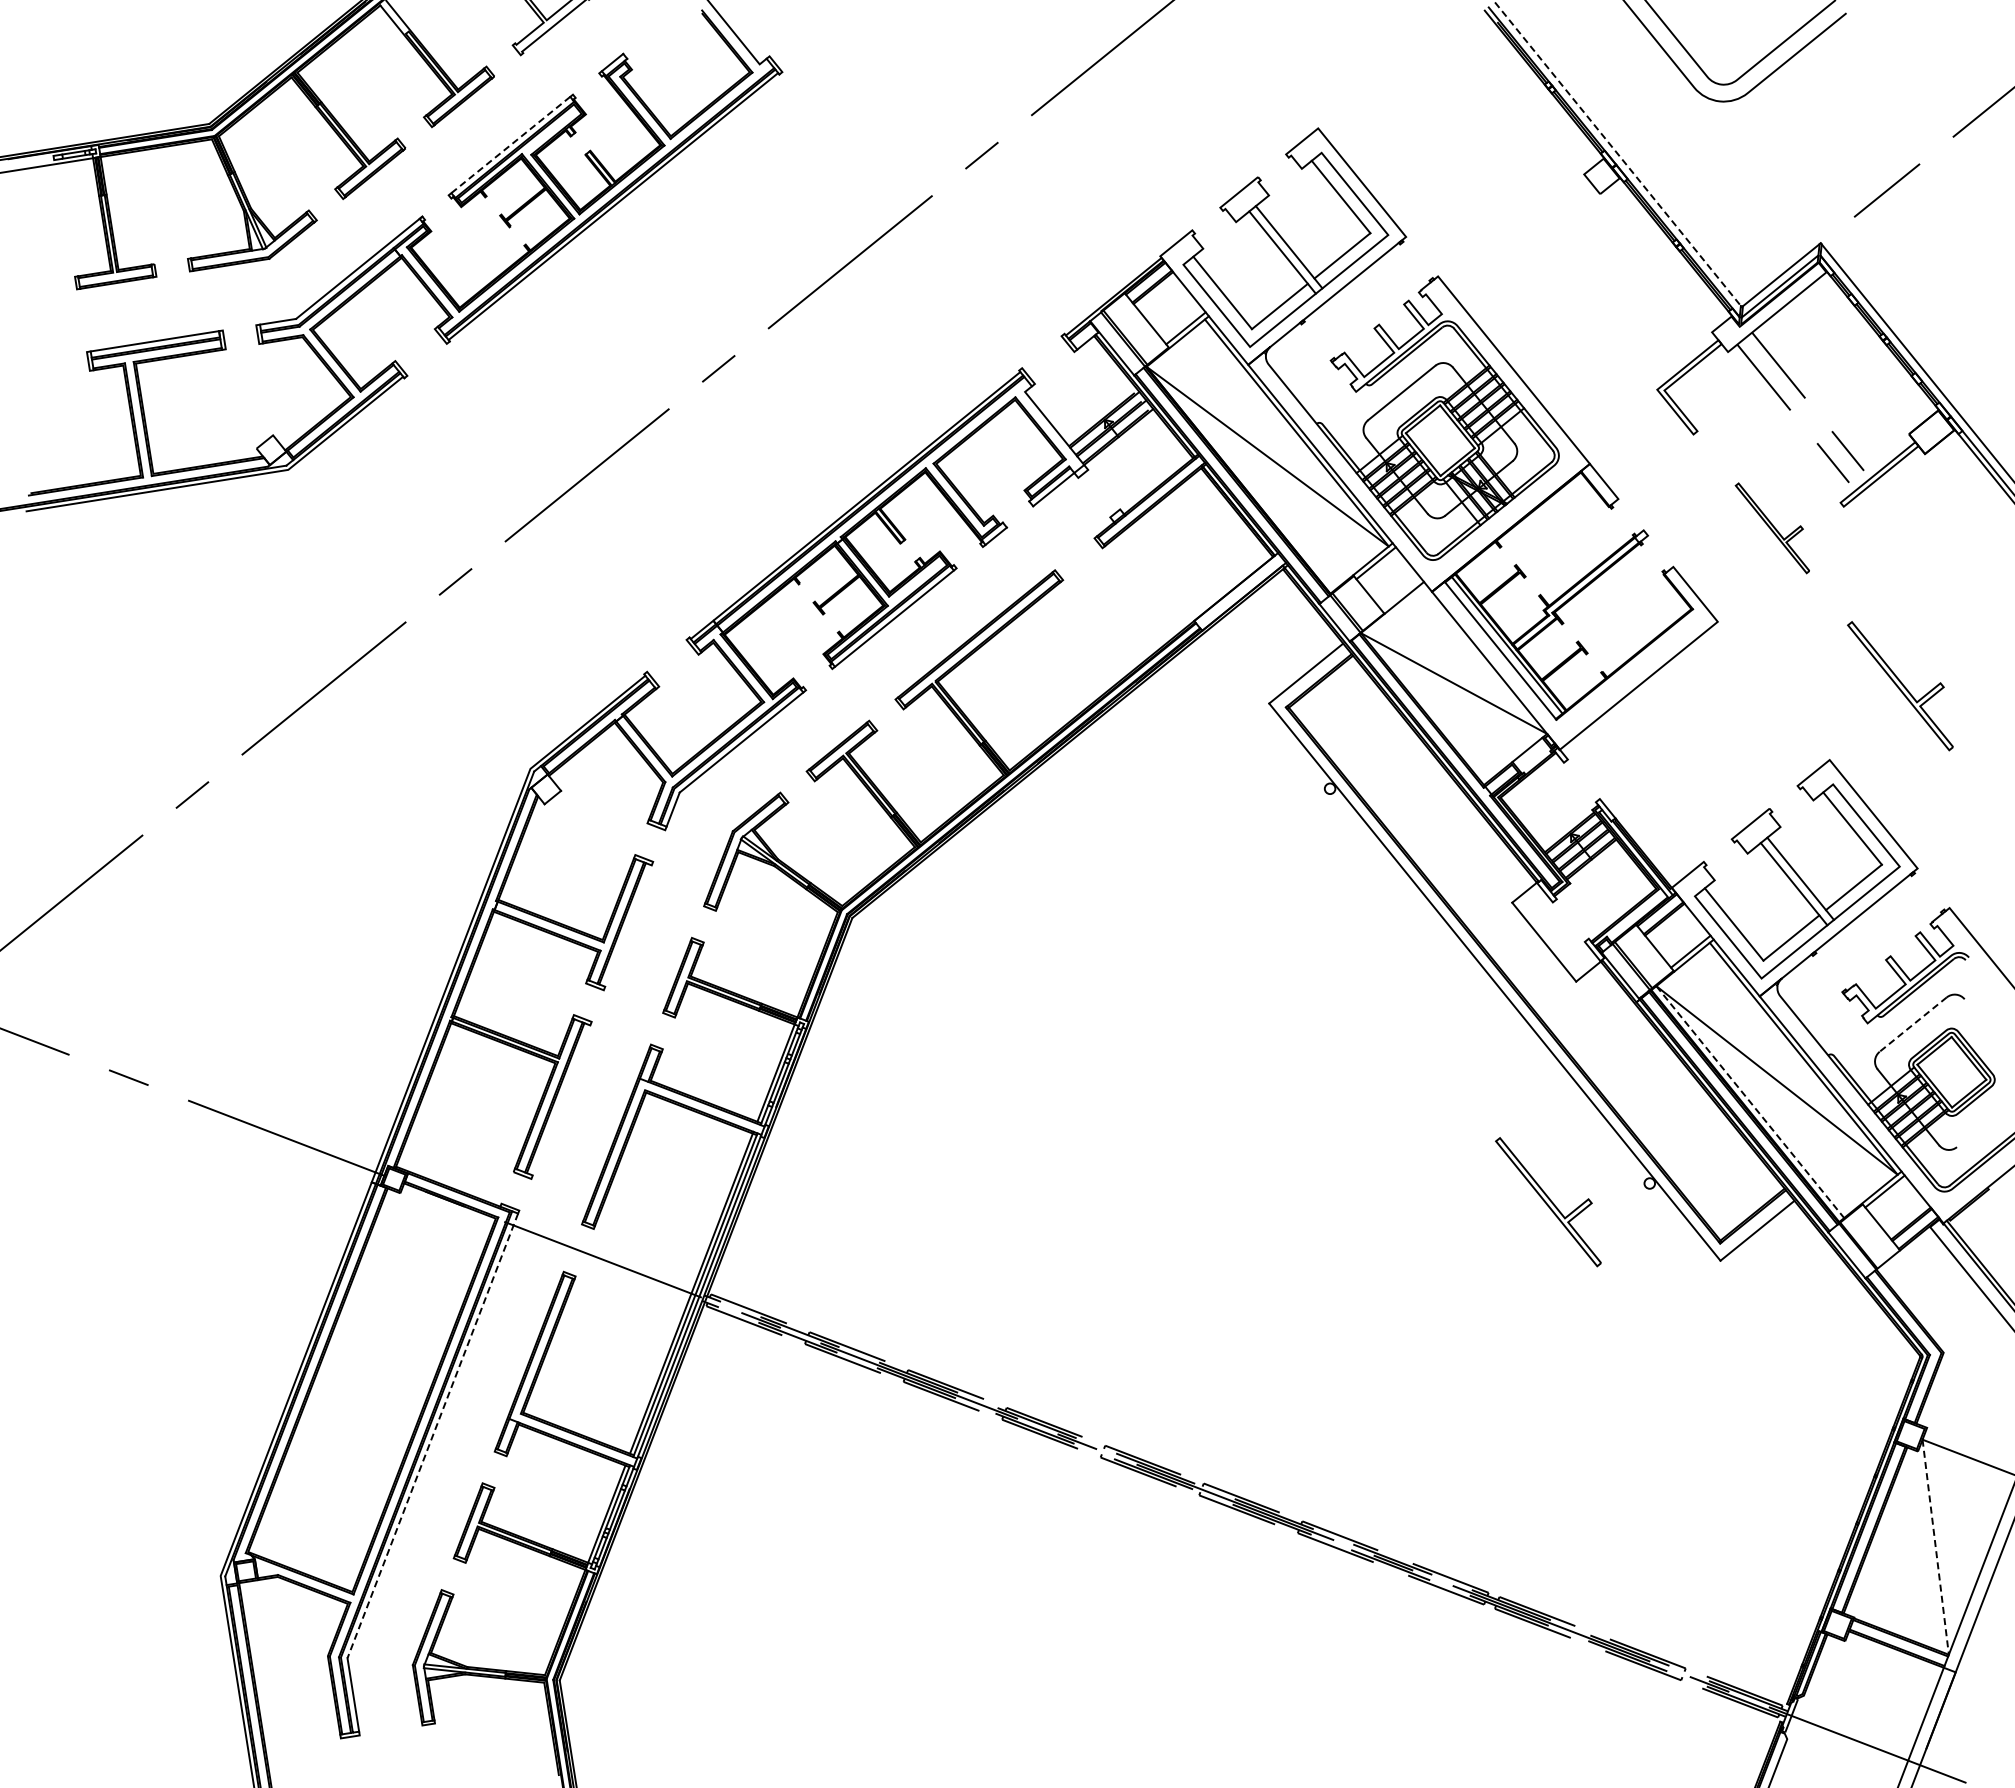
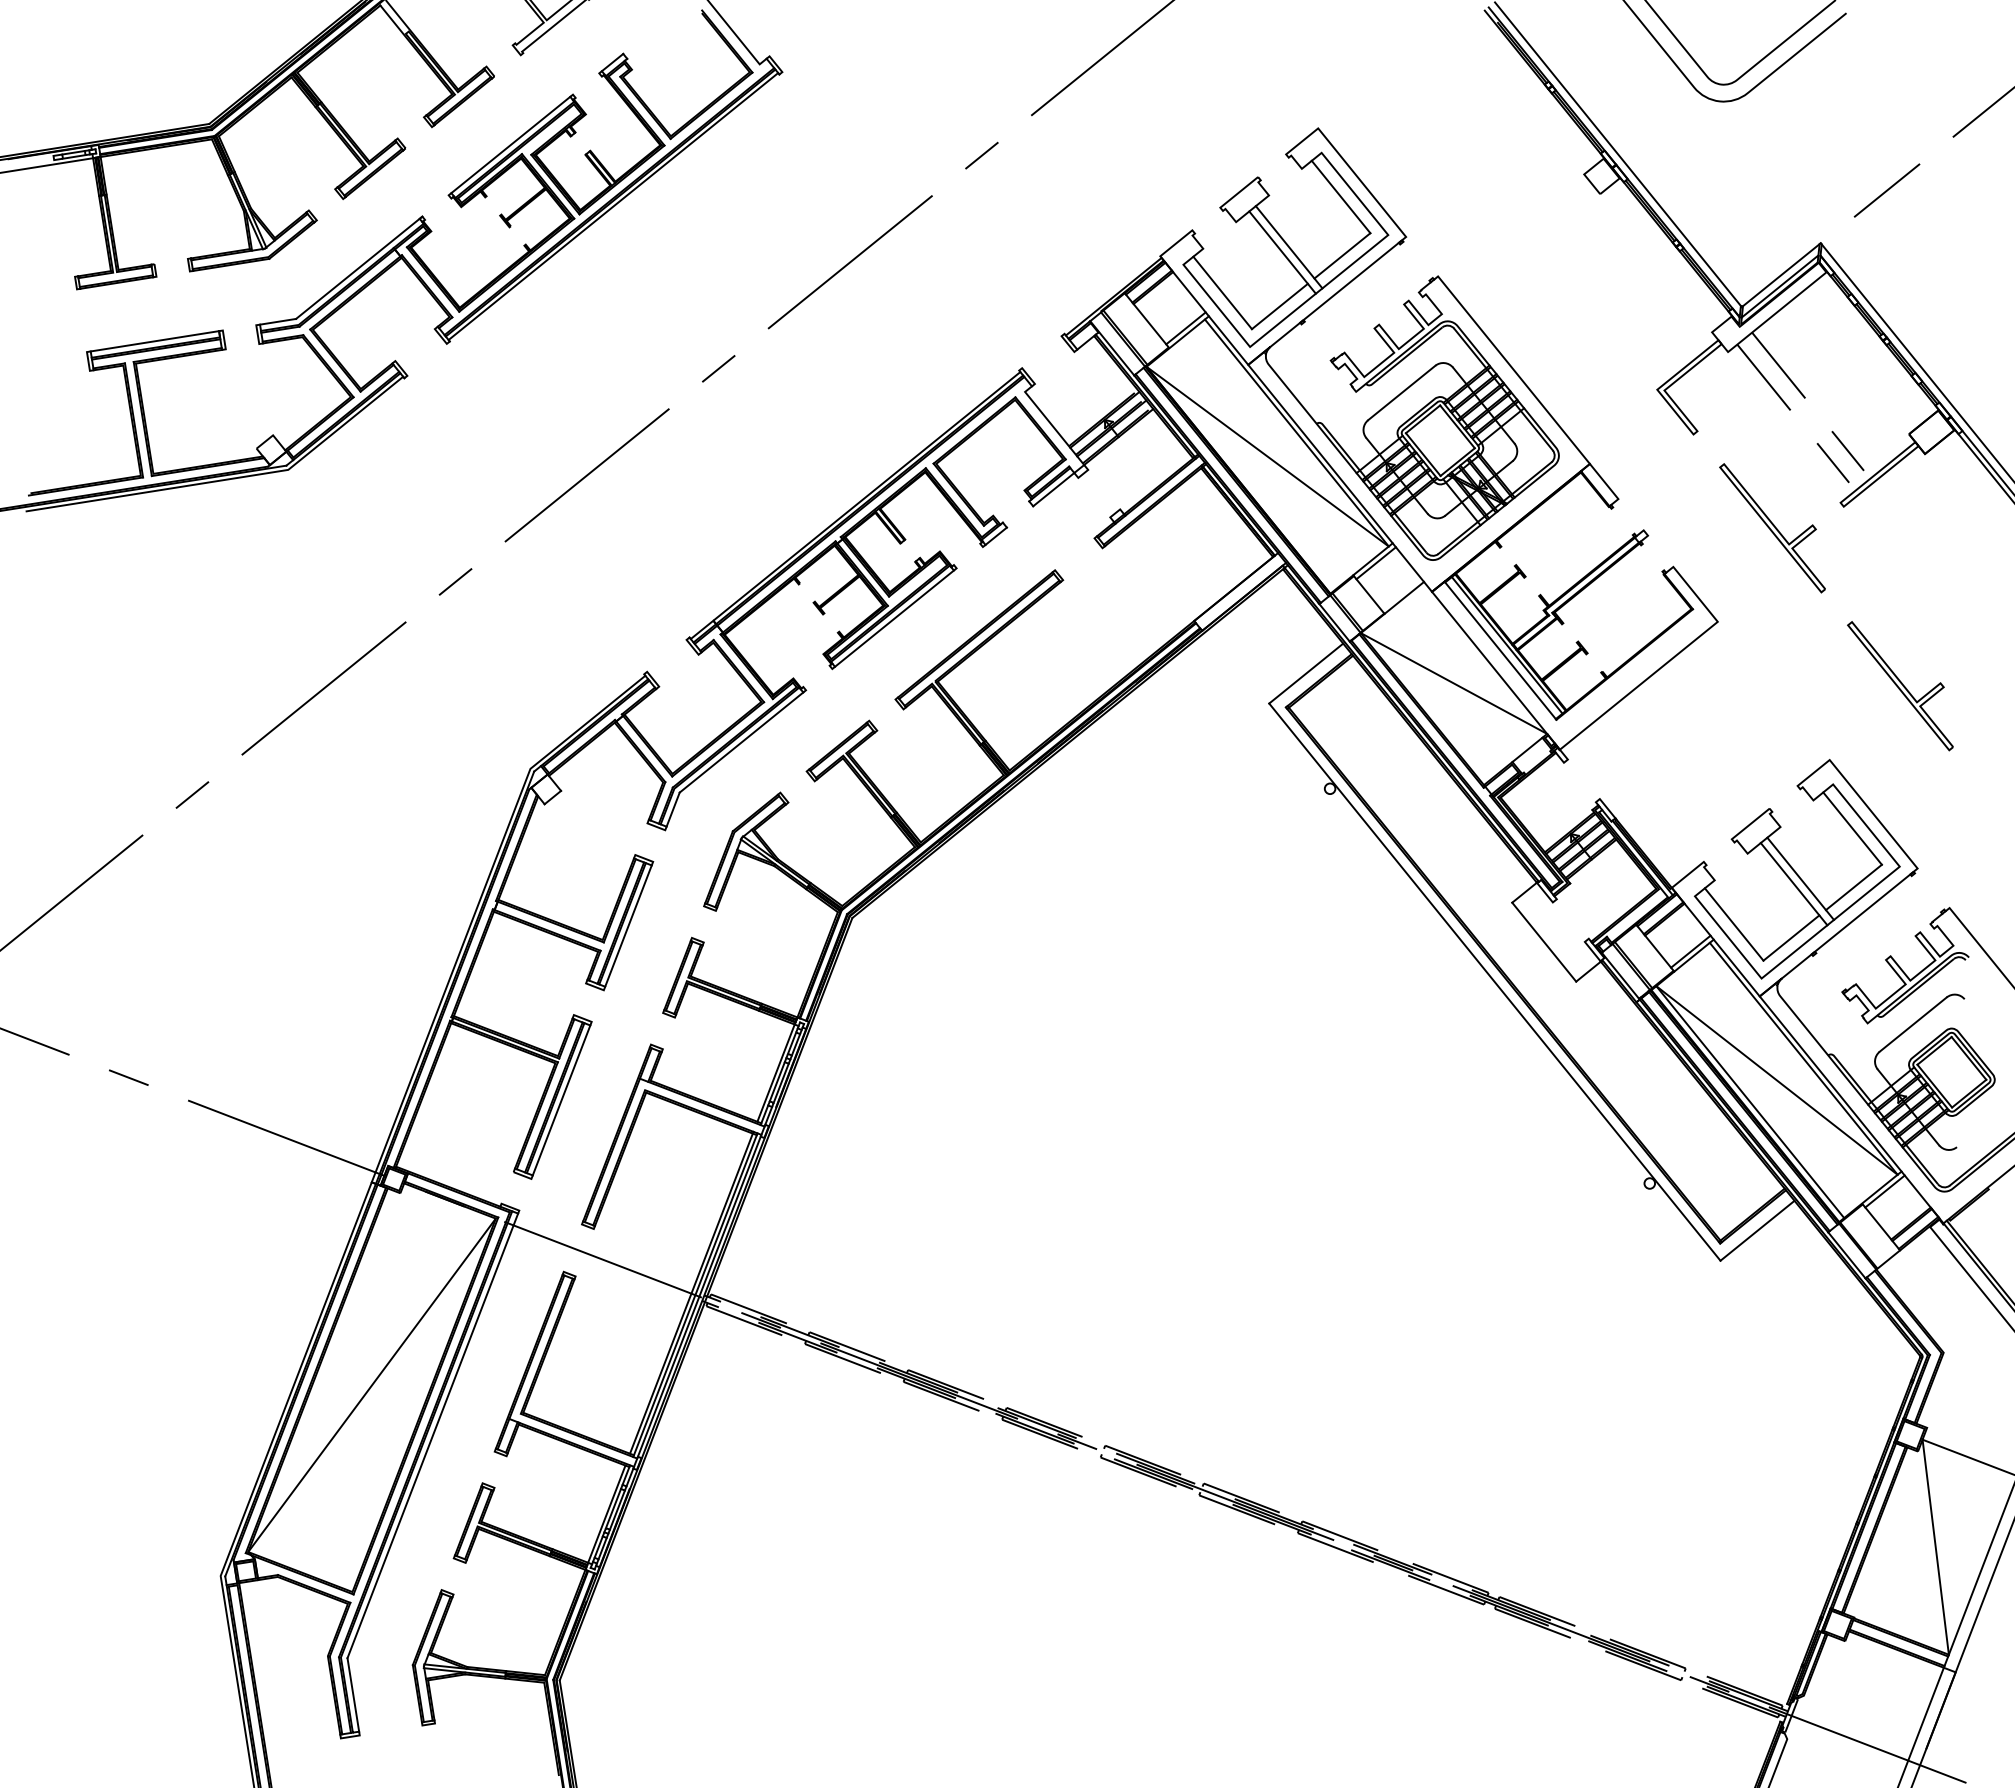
line at (510, 144): dashed -> solid
line at (1618, 155): dashed -> solid
part at (1771, 528) size: 76x93 px -> 107x131 px
line at (628, 925): none -> present
line at (1912, 1024): dashed -> solid
line at (561, 1100): none -> present
line at (1750, 1102): dashed -> solid
part at (1548, 1202): present -> none
line at (371, 1385): none -> present
line at (432, 1436): dashed -> solid
line at (1935, 1547): dashed -> solid
